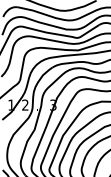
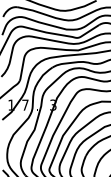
text at (25, 104): 2 -> 7
